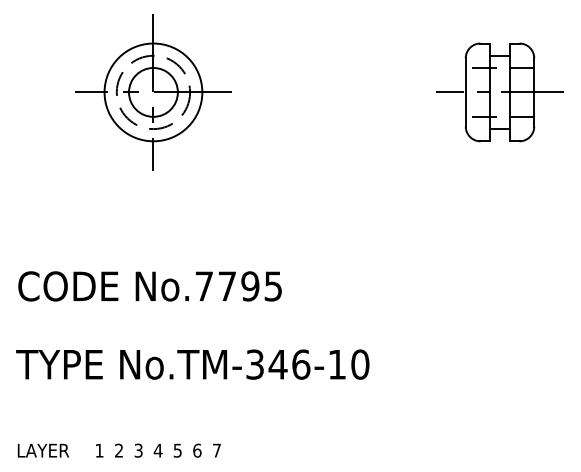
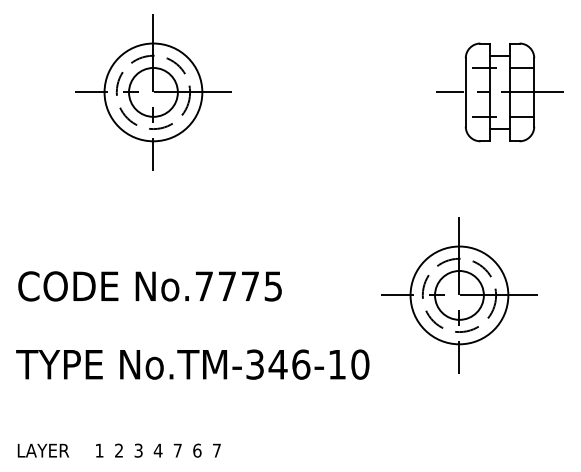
text at (250, 286): No.7795 -> No.7775
part at (459, 295): none -> present
text at (177, 450): 5 -> 7
